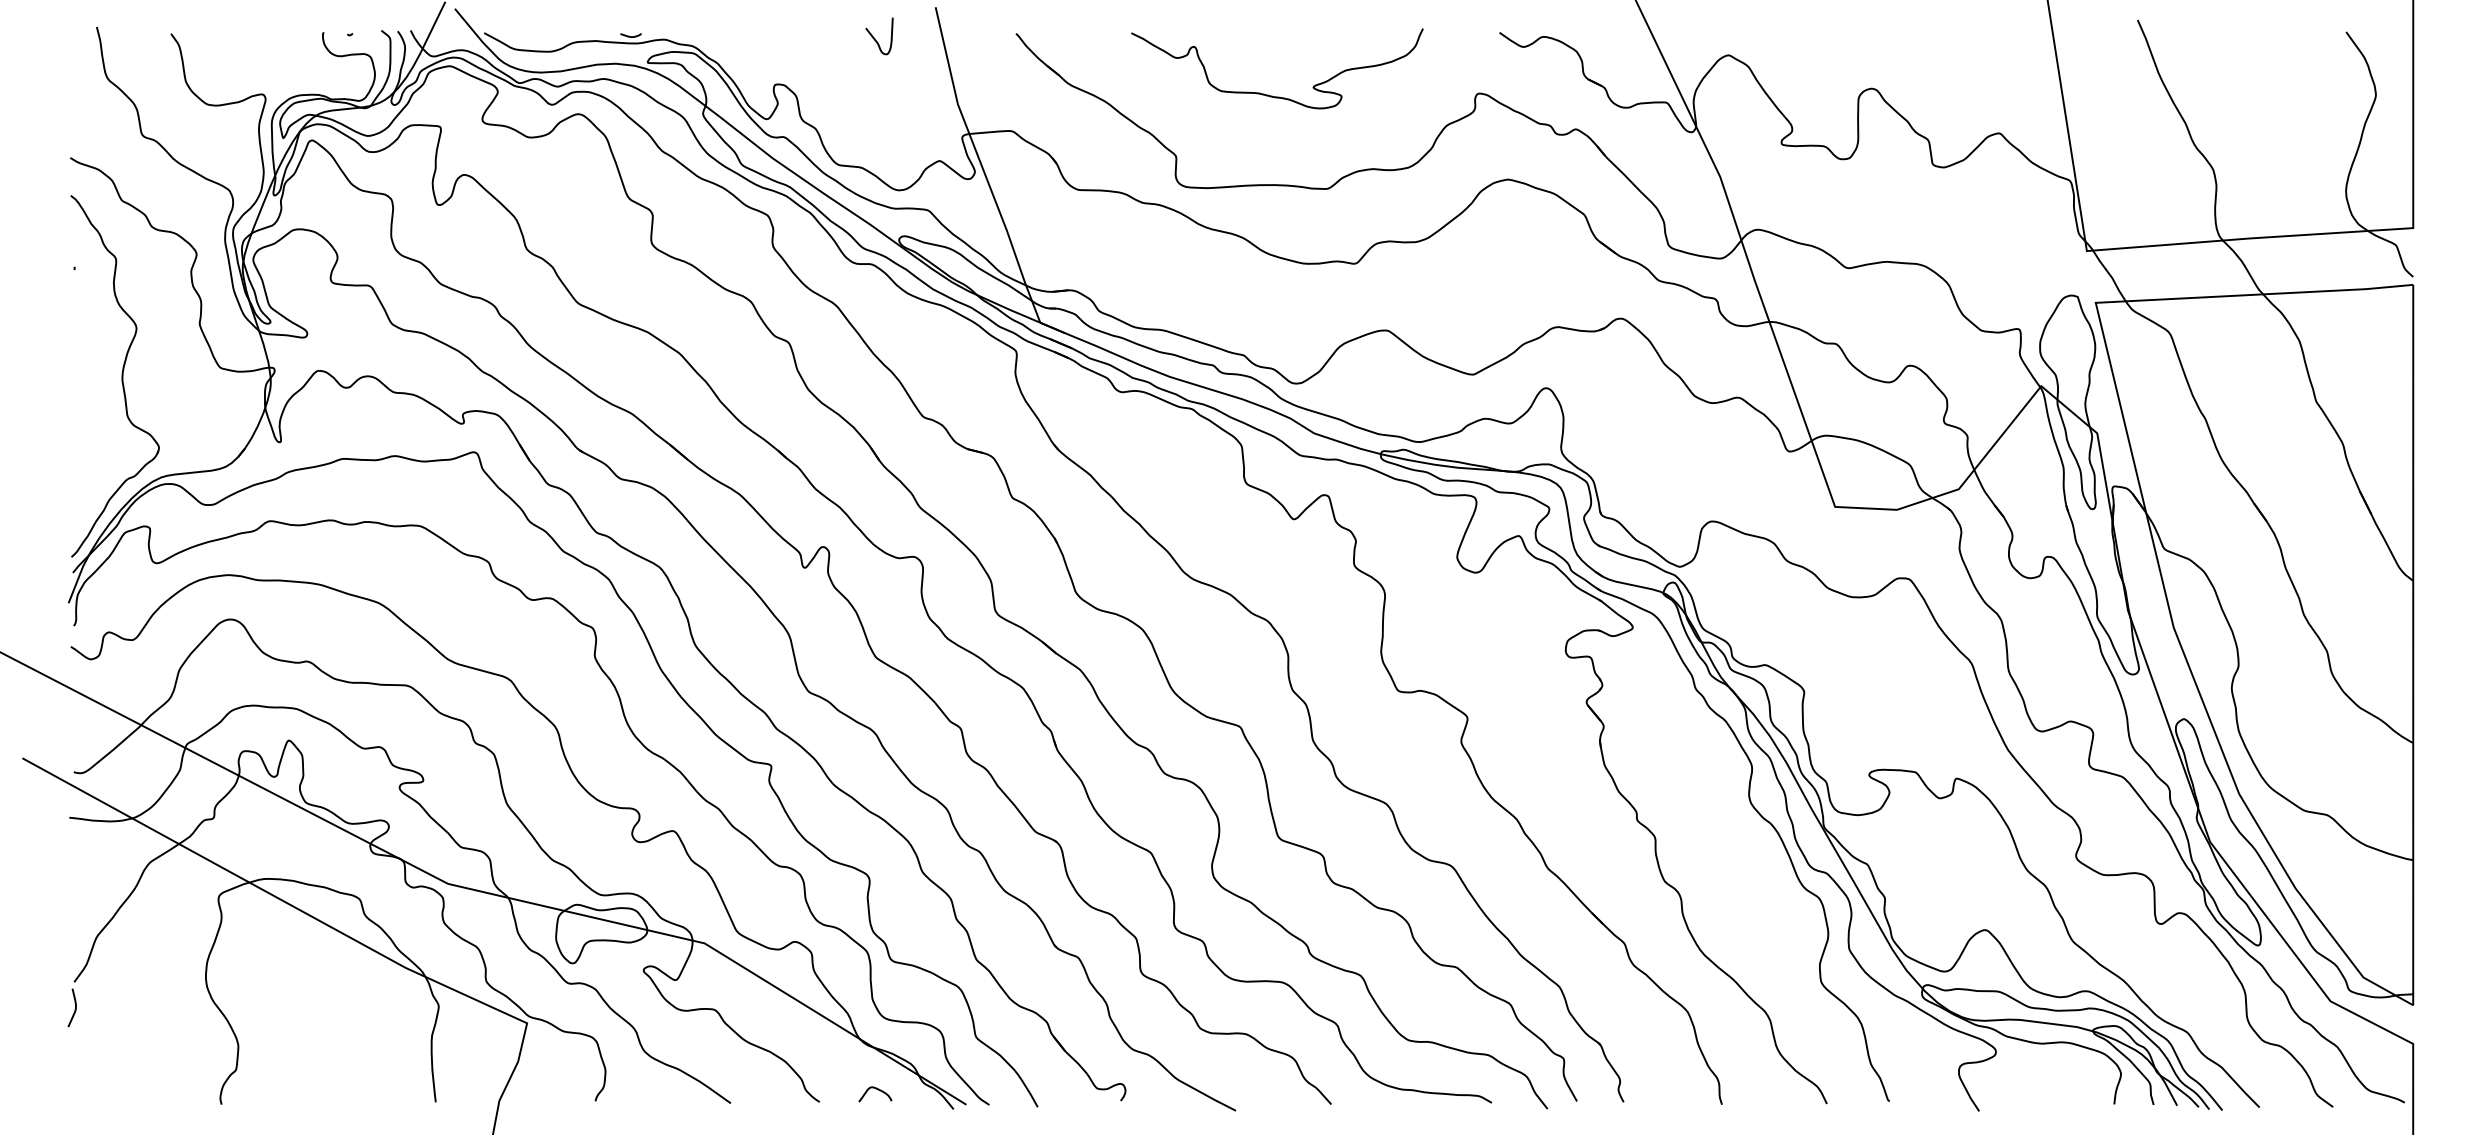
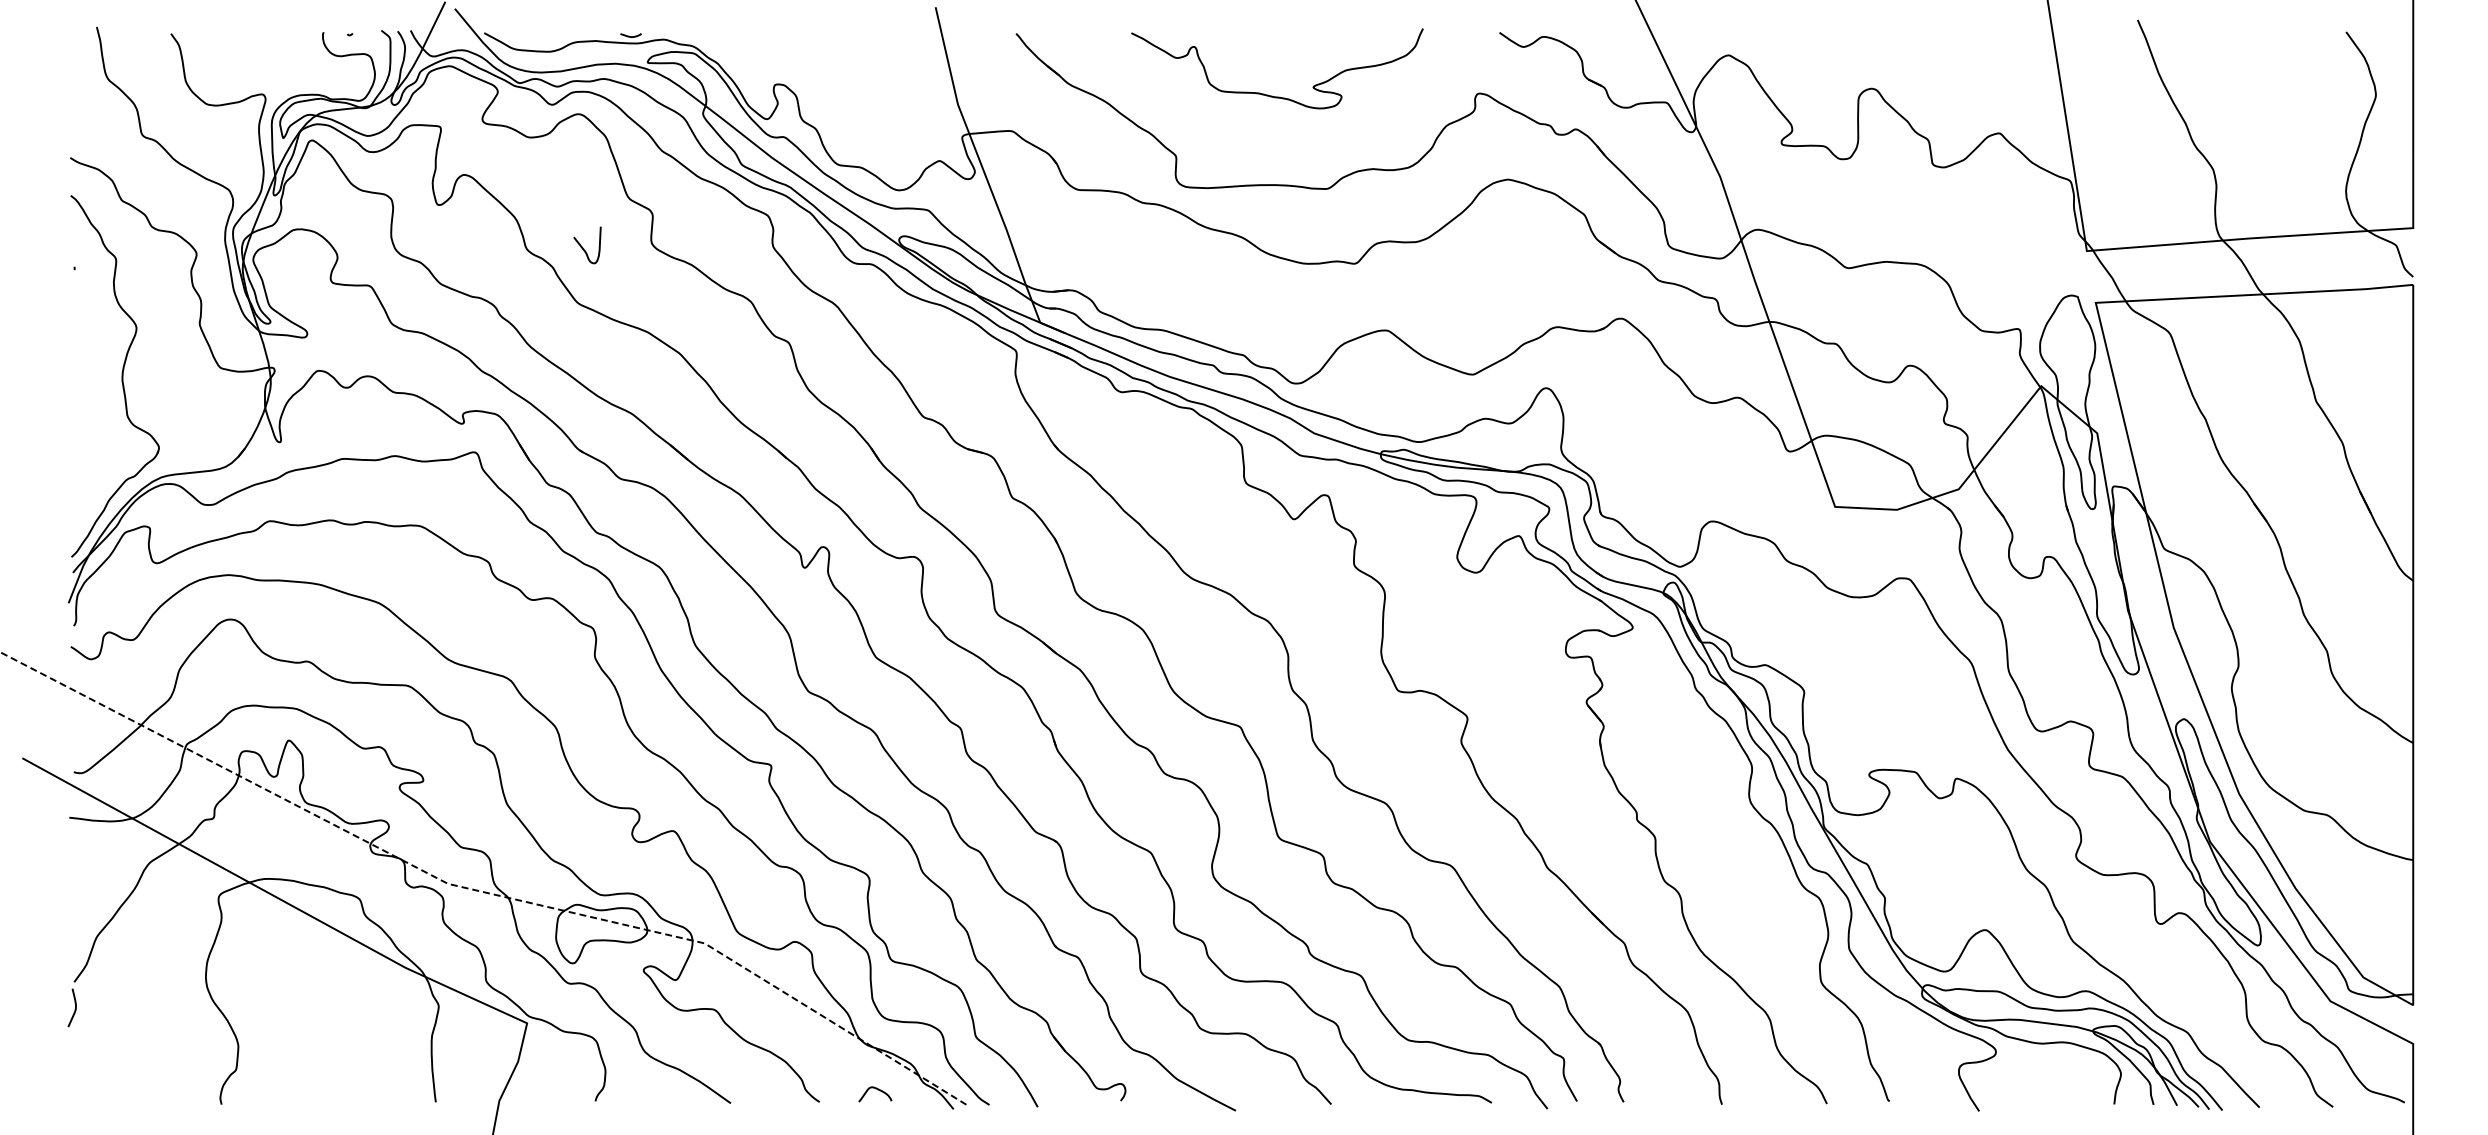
curve at (875, 38) position: (875, 38) -> (583, 247)
line at (481, 891): solid -> dashed
